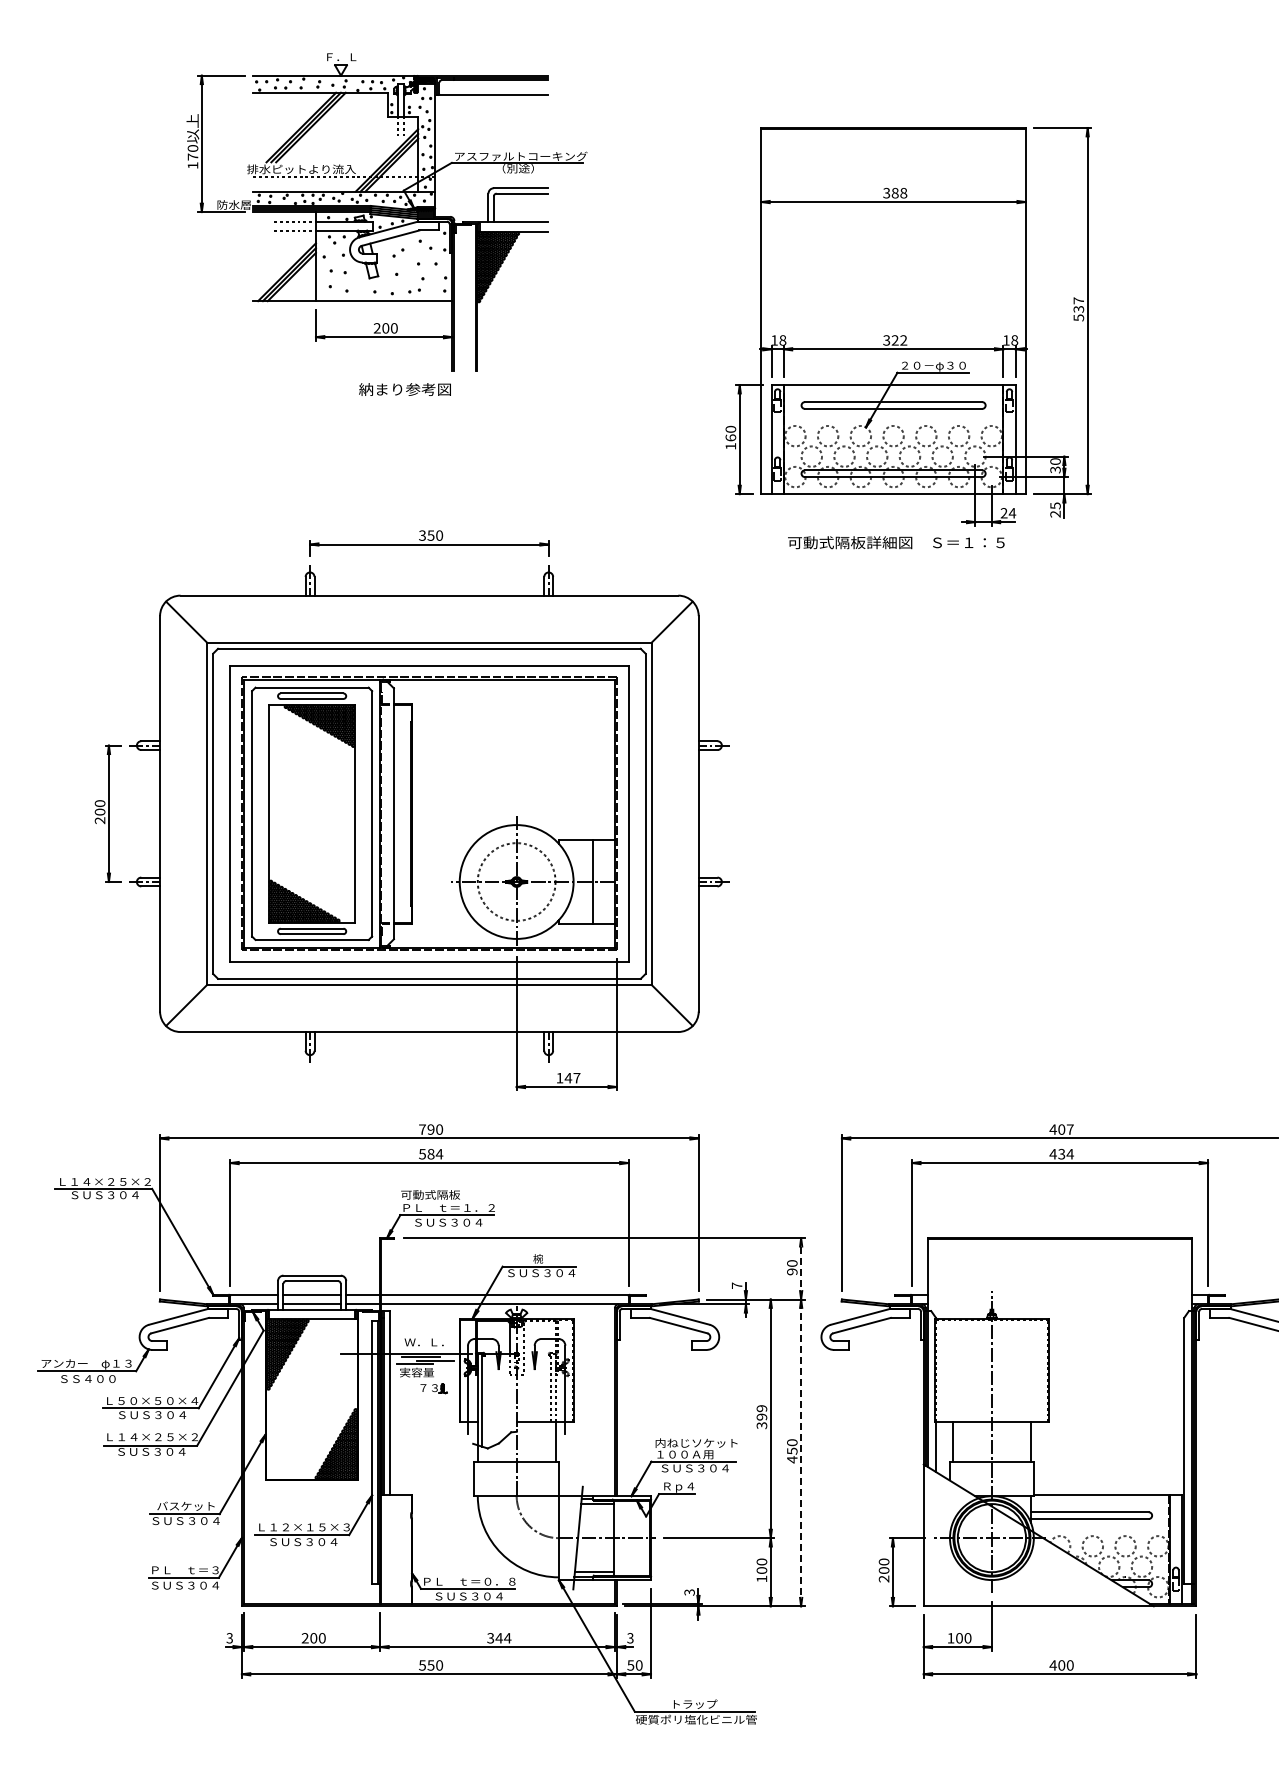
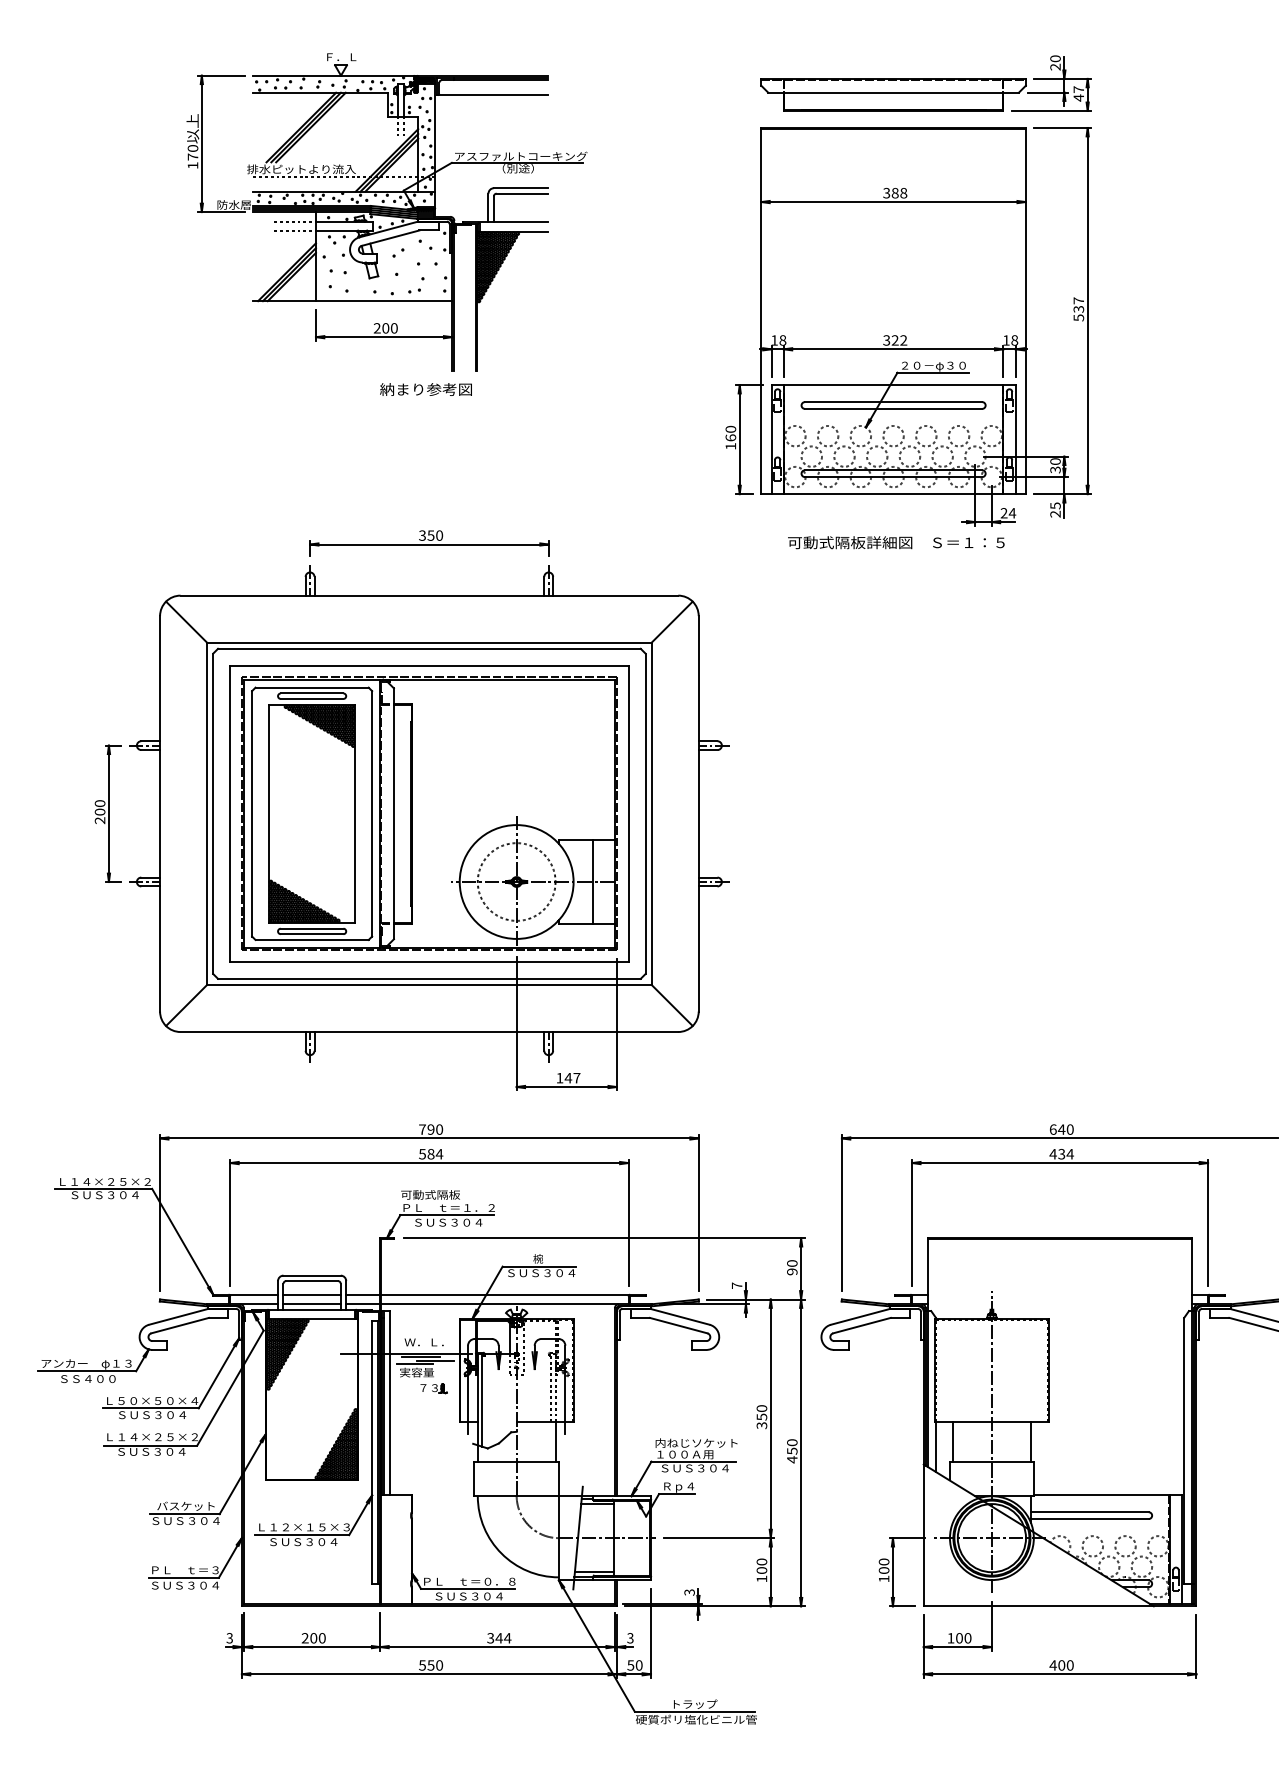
part at (925, 83): none -> present
text at (404, 389) position: (404, 389) -> (425, 389)
text at (1061, 1129): 407 -> 640
text at (761, 1412): 399 -> 350
line at (801, 1421): dashed -> solid
text at (883, 1578): 200 -> 100
